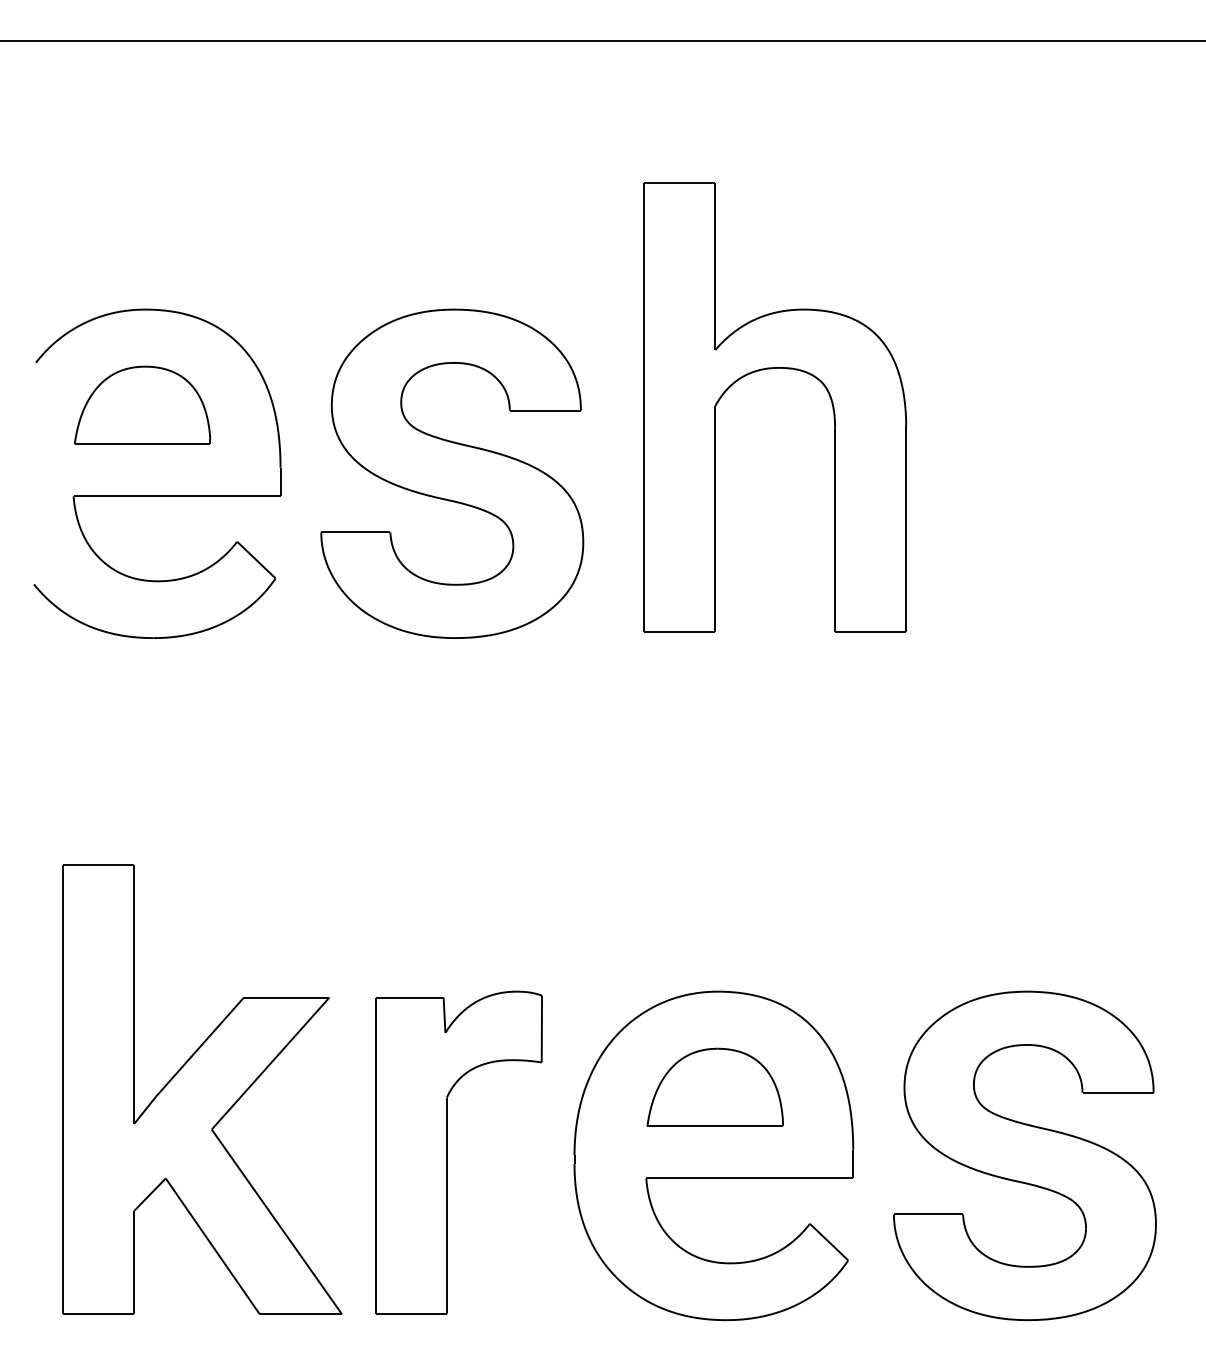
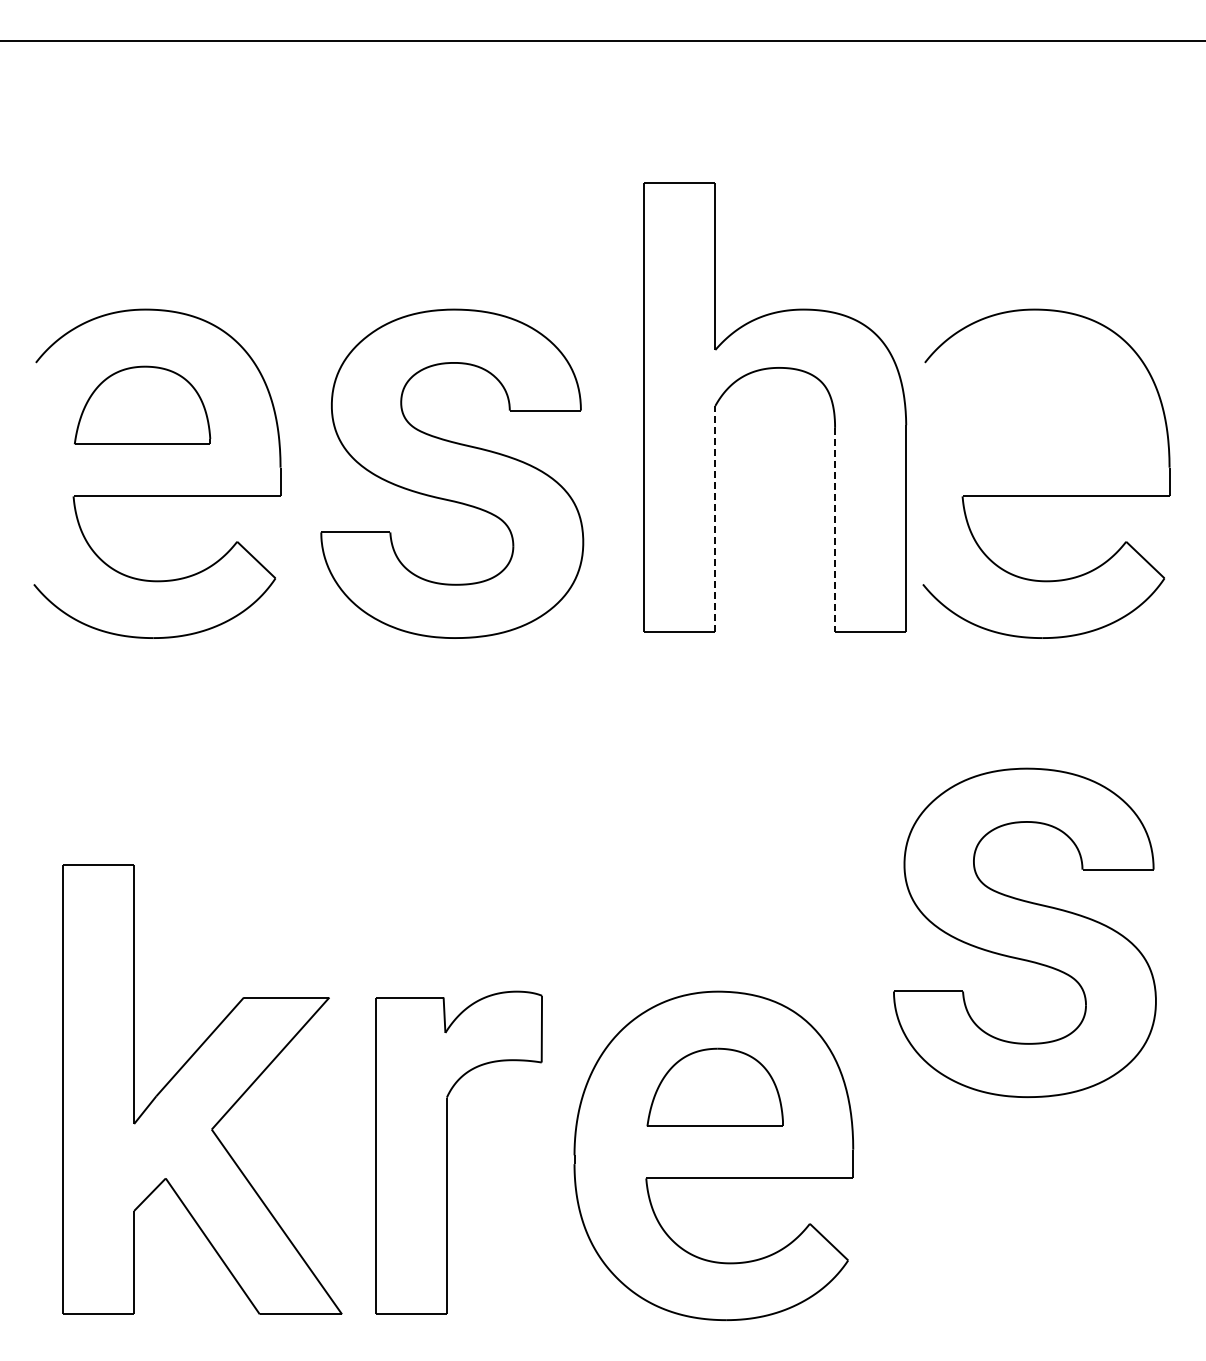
part at (1046, 495): none -> present
line at (715, 518): solid -> dashed
line at (835, 530): solid -> dashed
part at (1024, 1155) position: (1024, 1155) -> (1024, 932)
